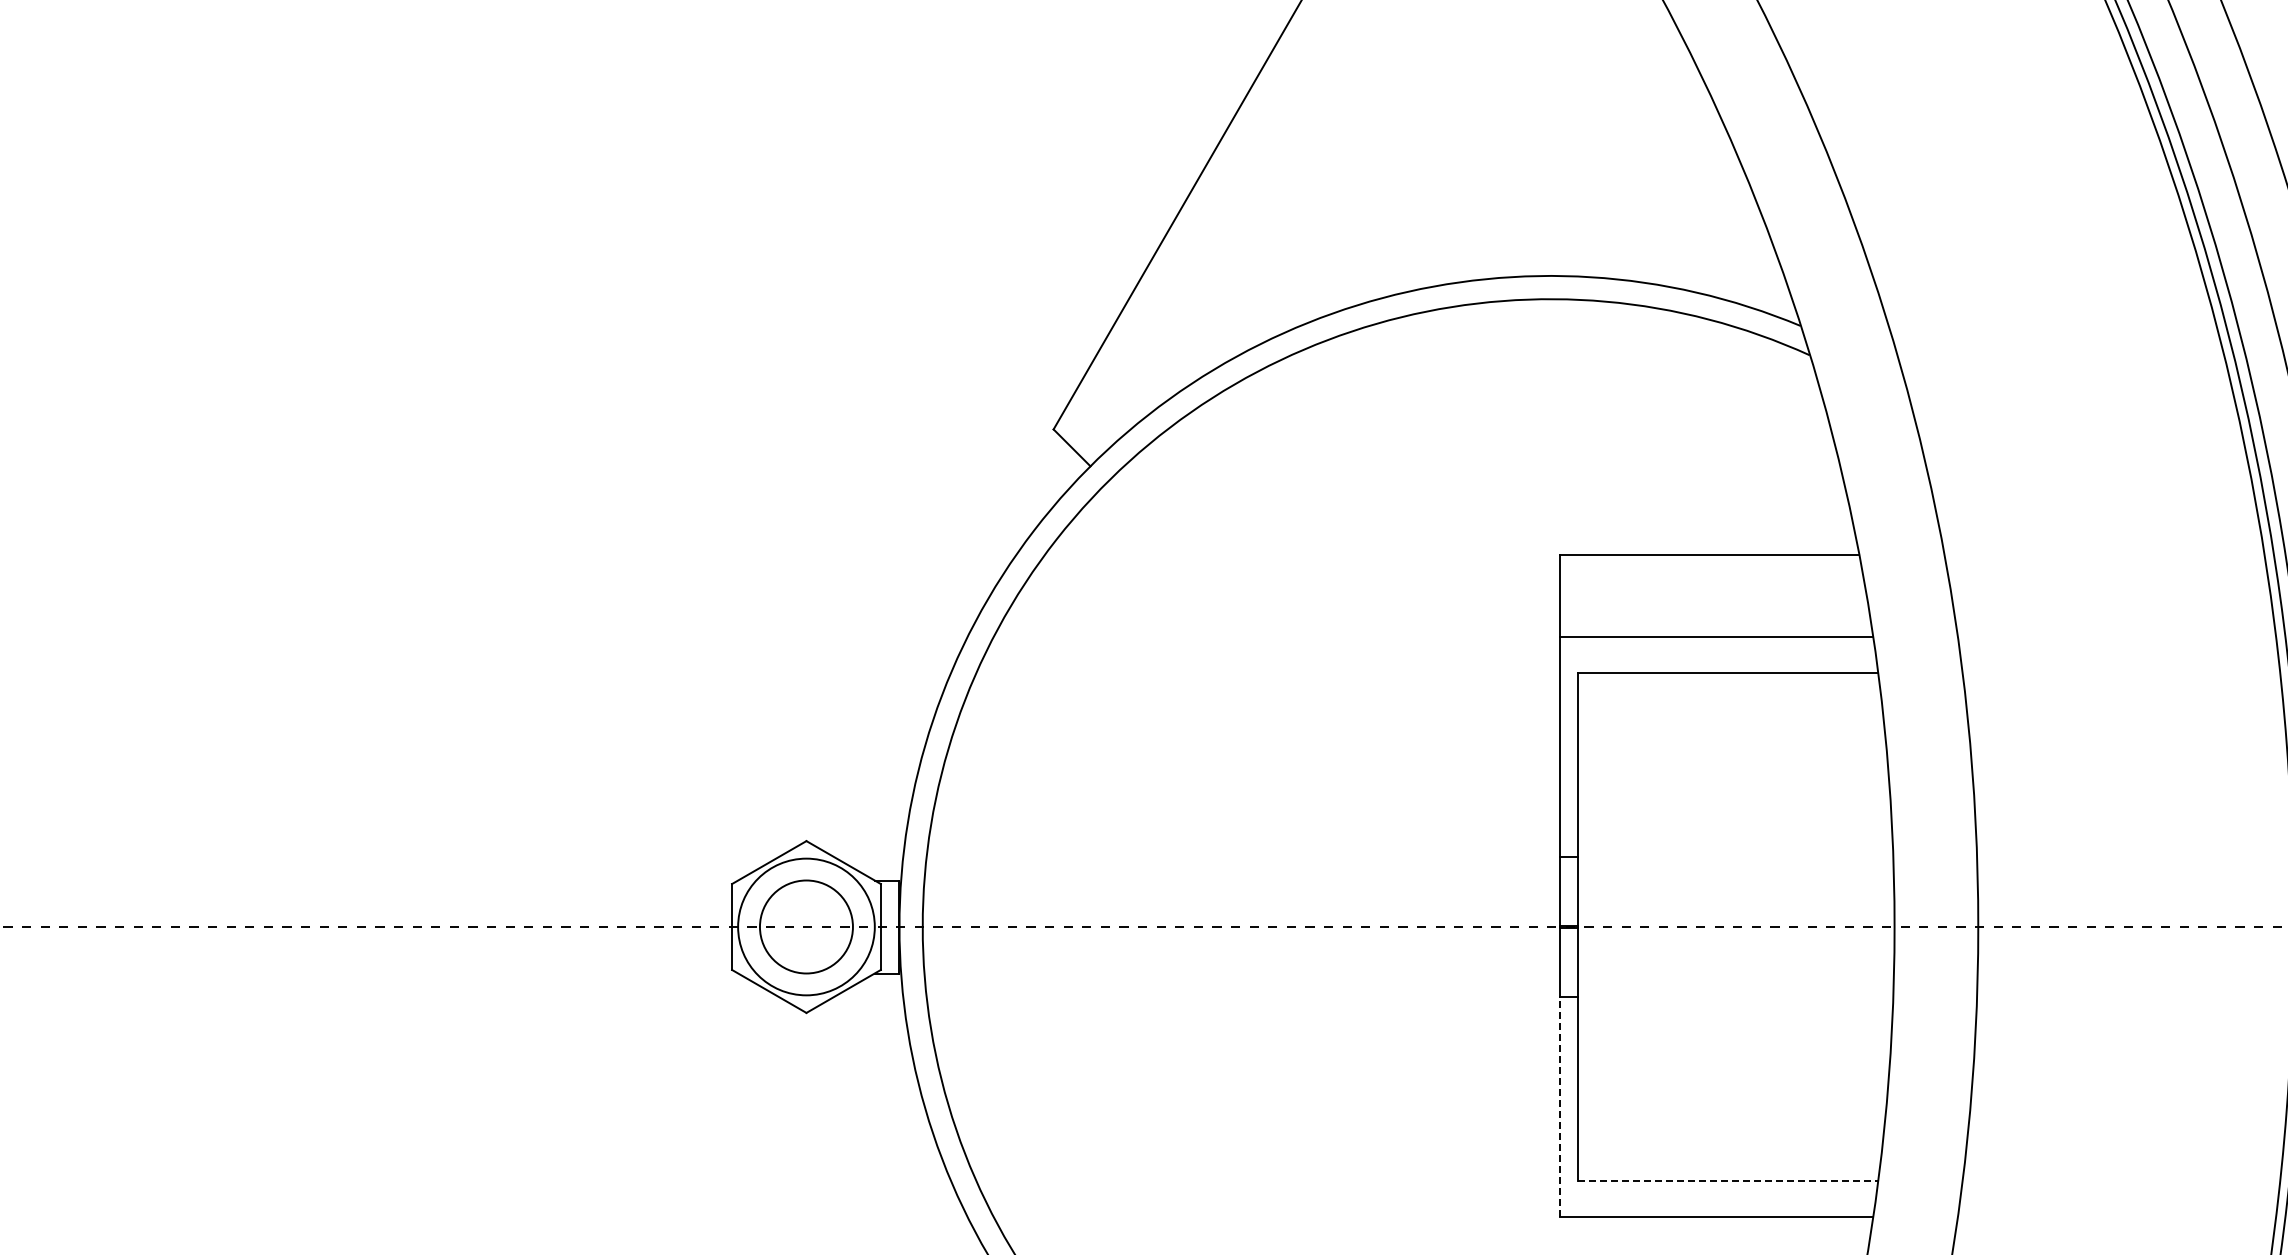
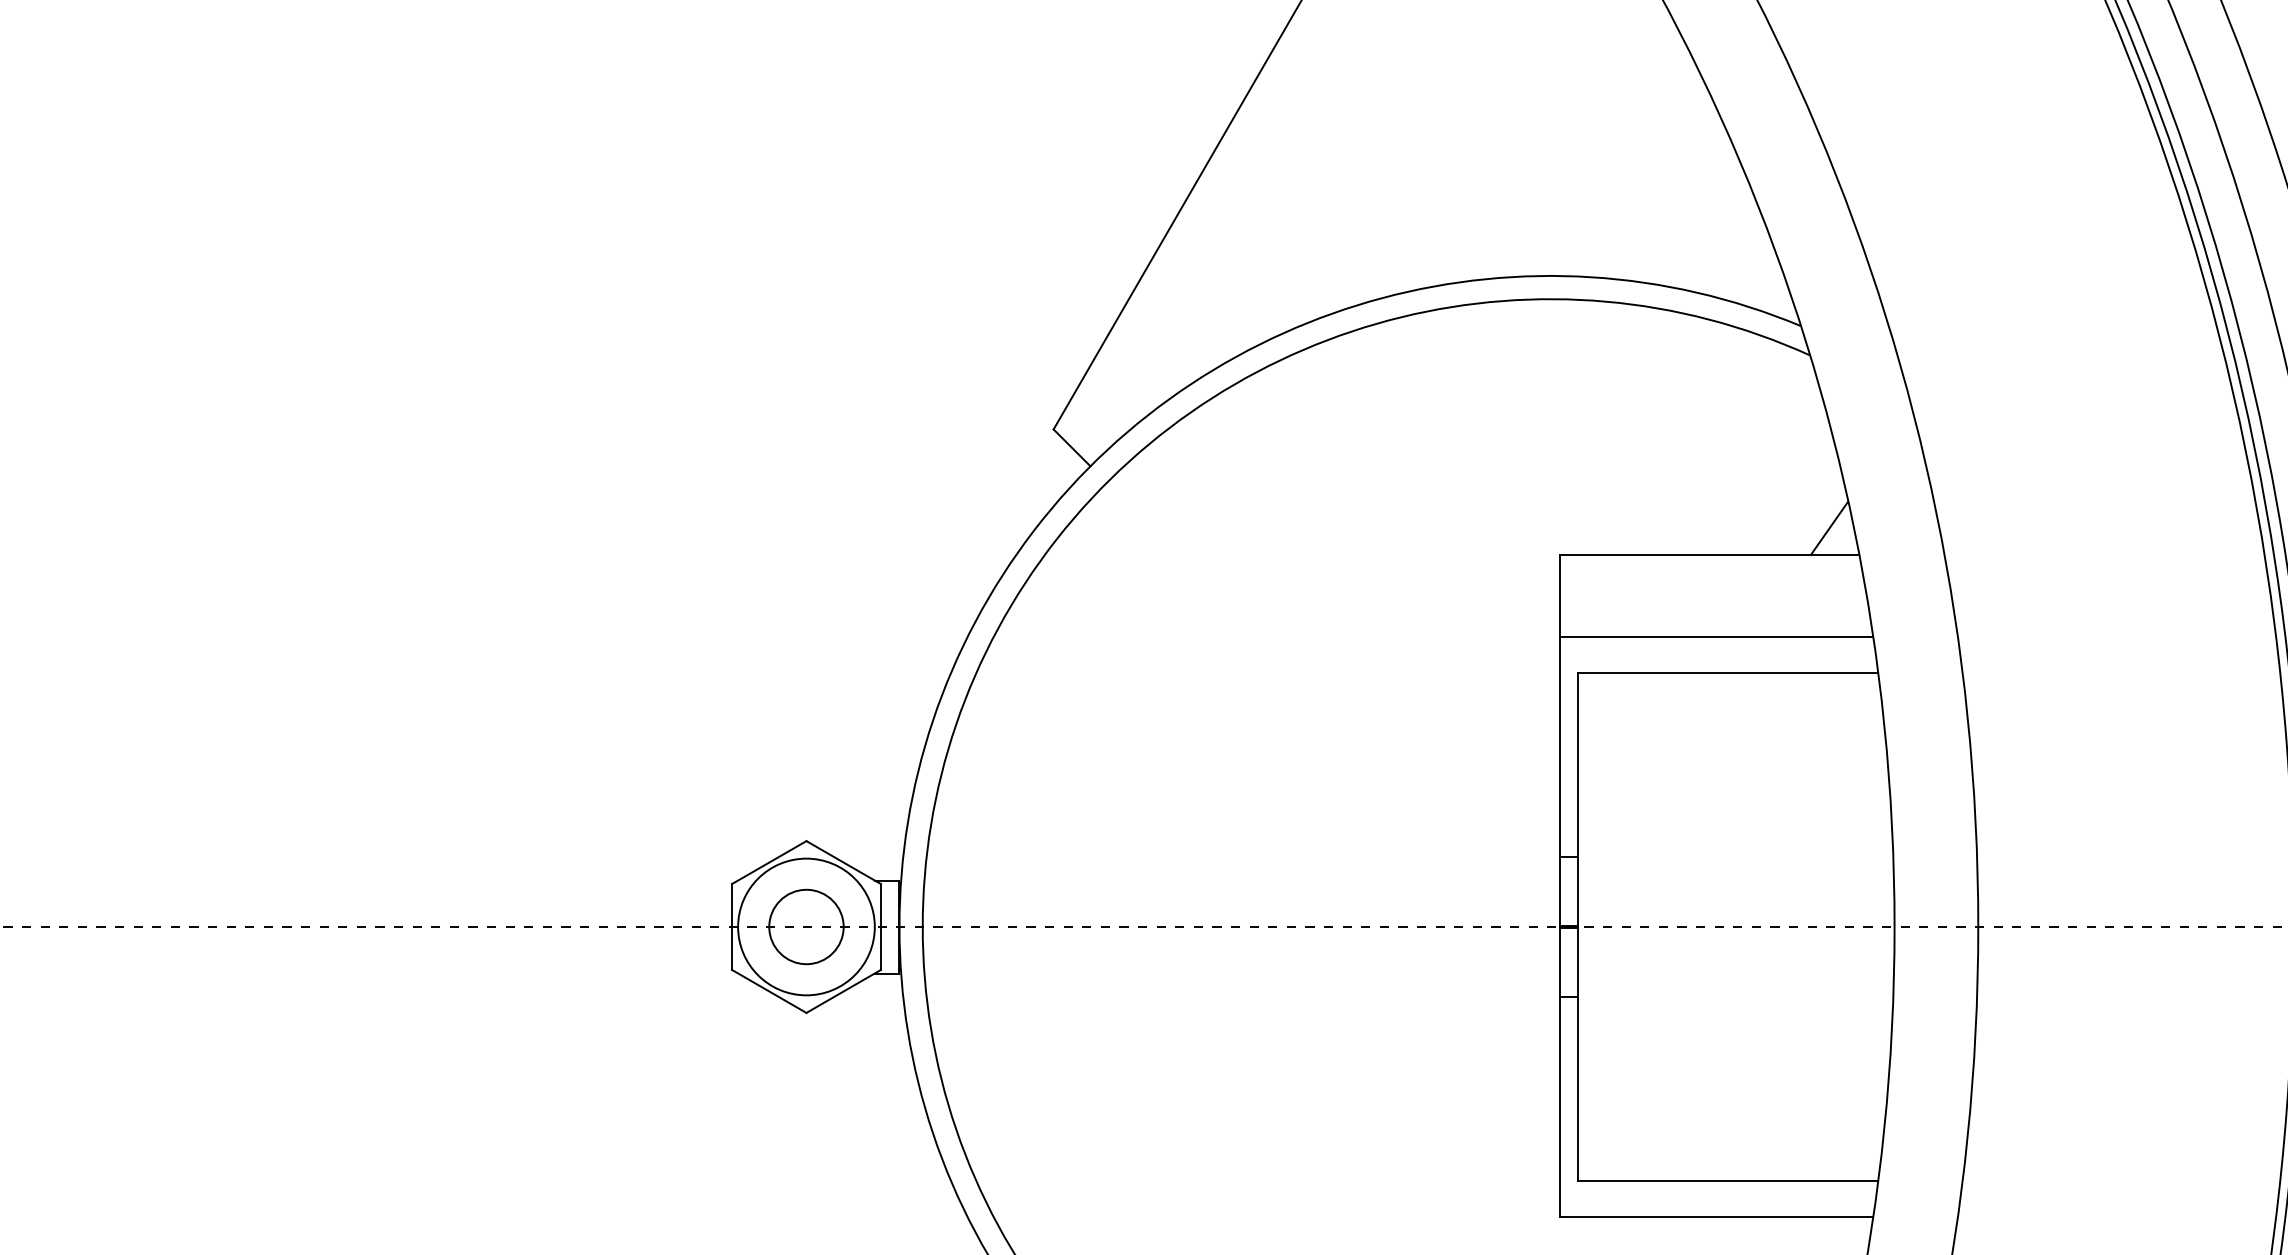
line at (1829, 528): none -> present
circle at (805, 926) diameter: 93 px -> 74 px
line at (1559, 1106): dashed -> solid
line at (1728, 1180): dashed -> solid
